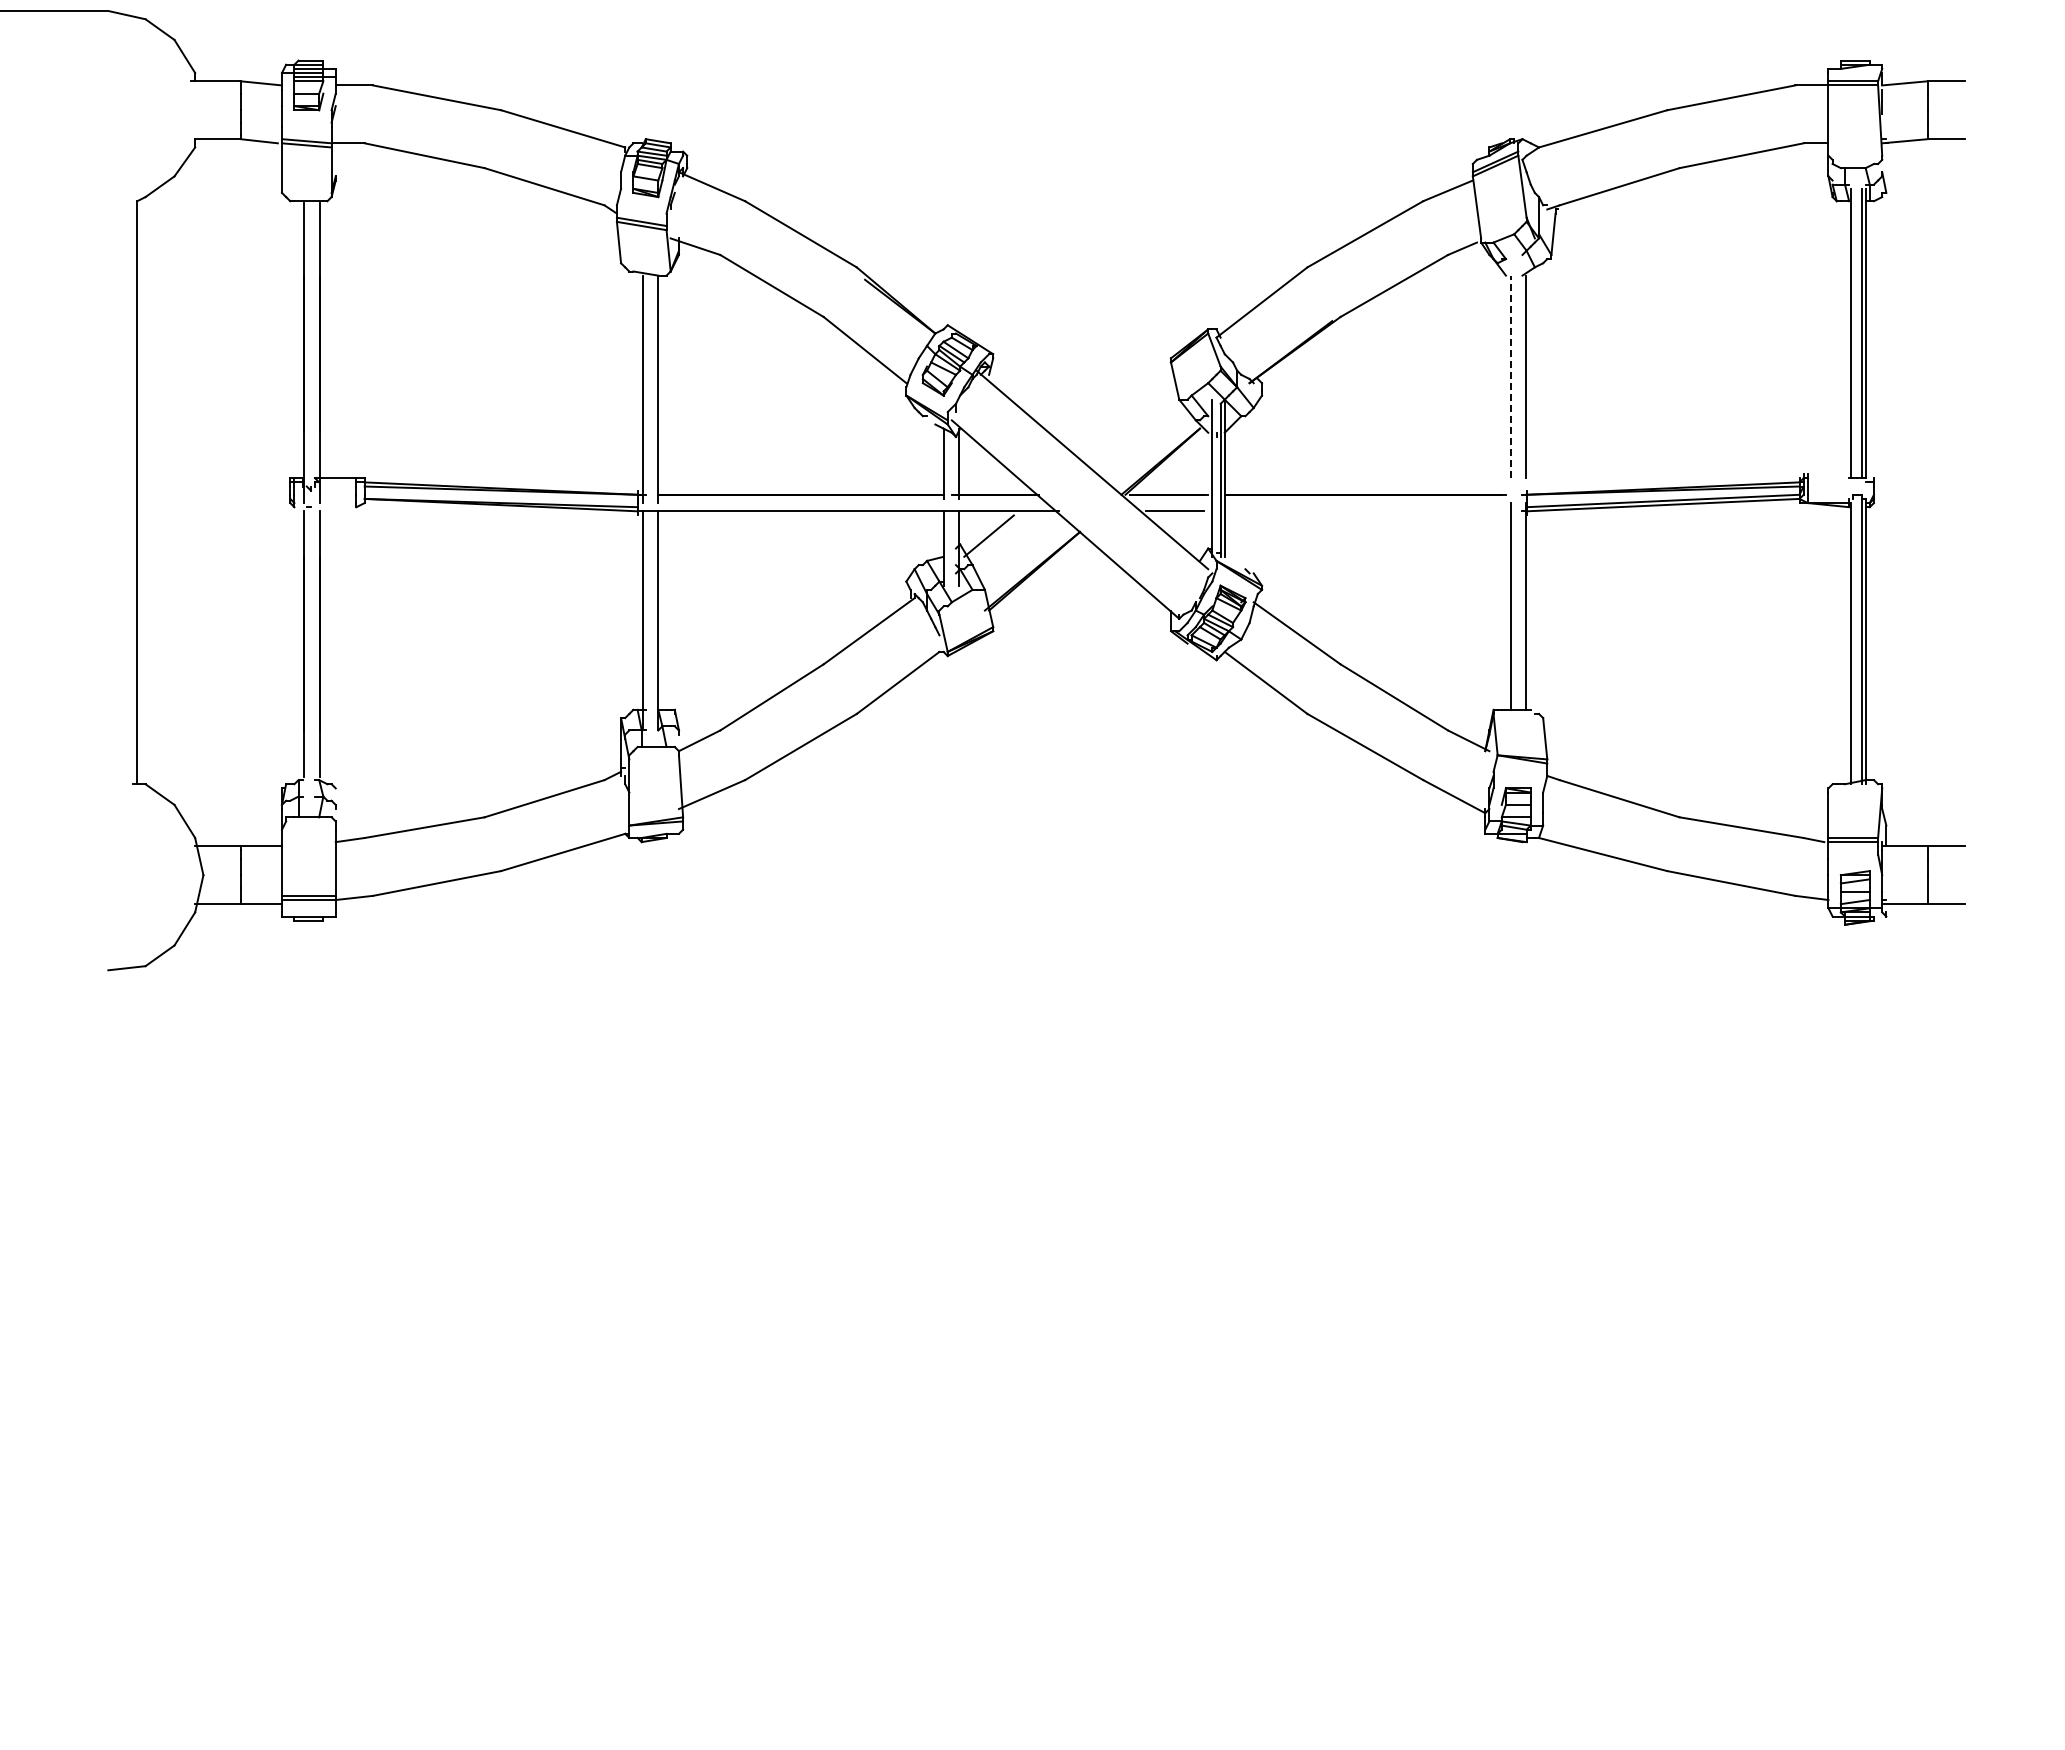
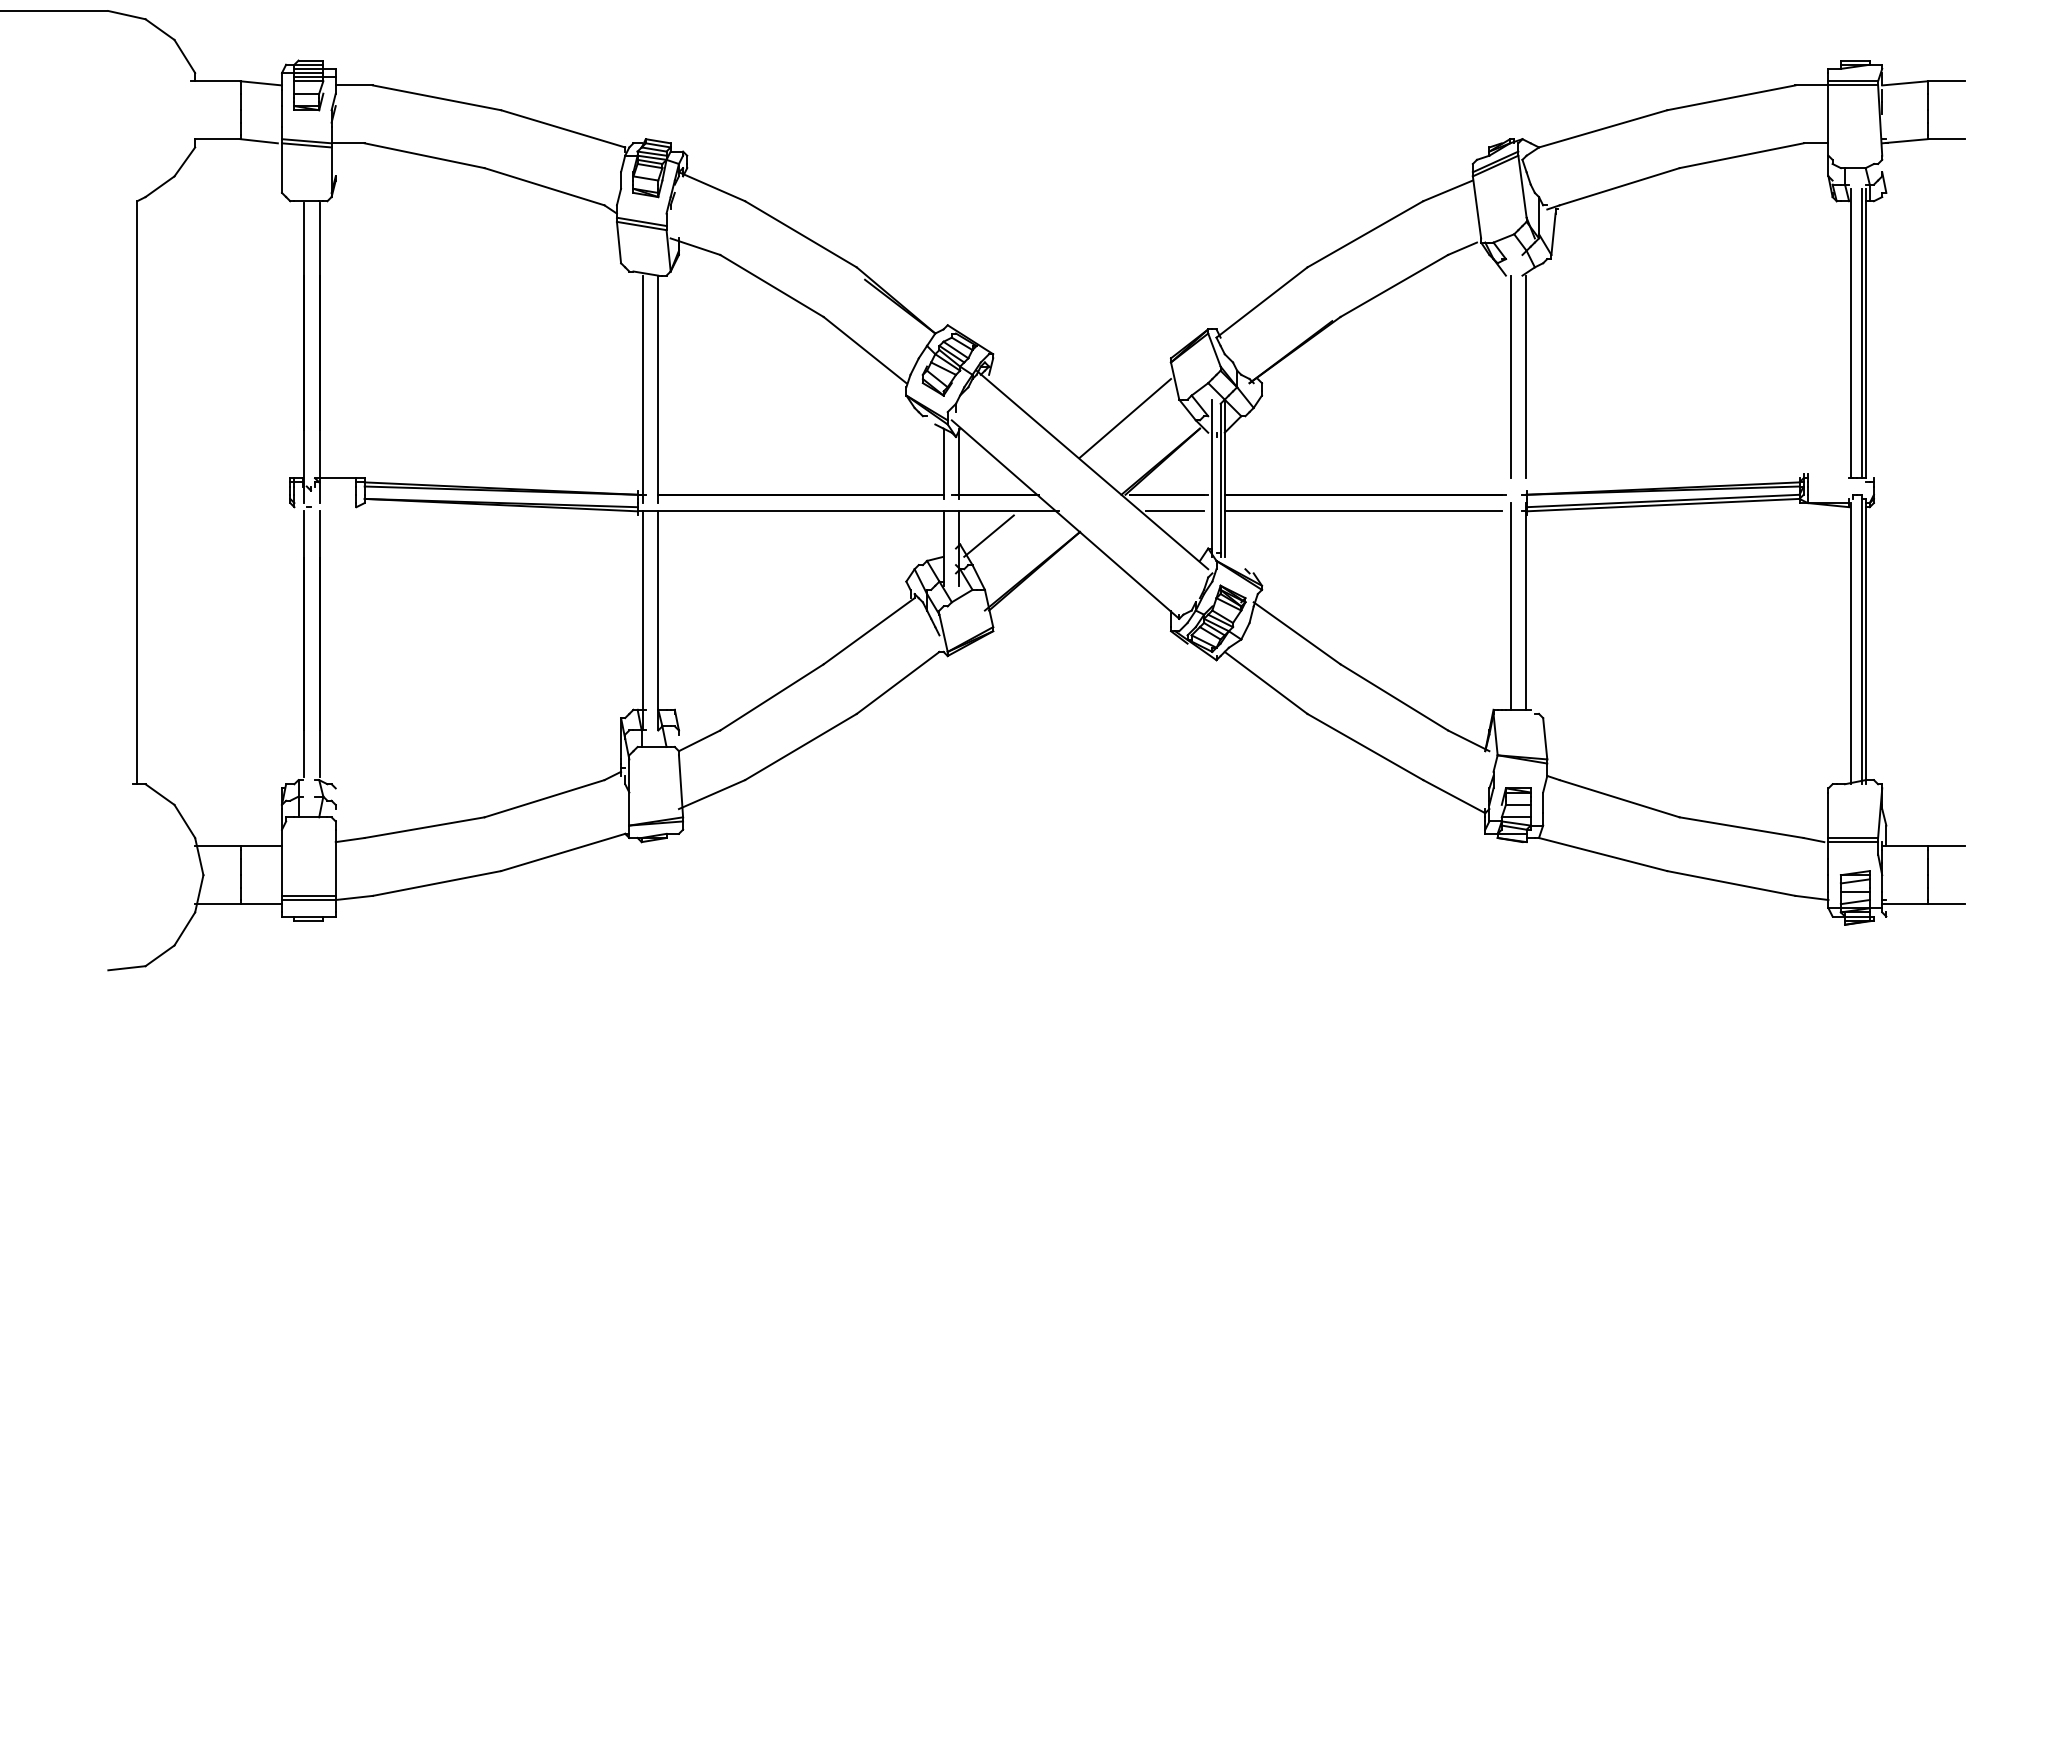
line at (1510, 376): dashed -> solid
line at (1125, 418): none -> present
line at (1362, 511): none -> present
